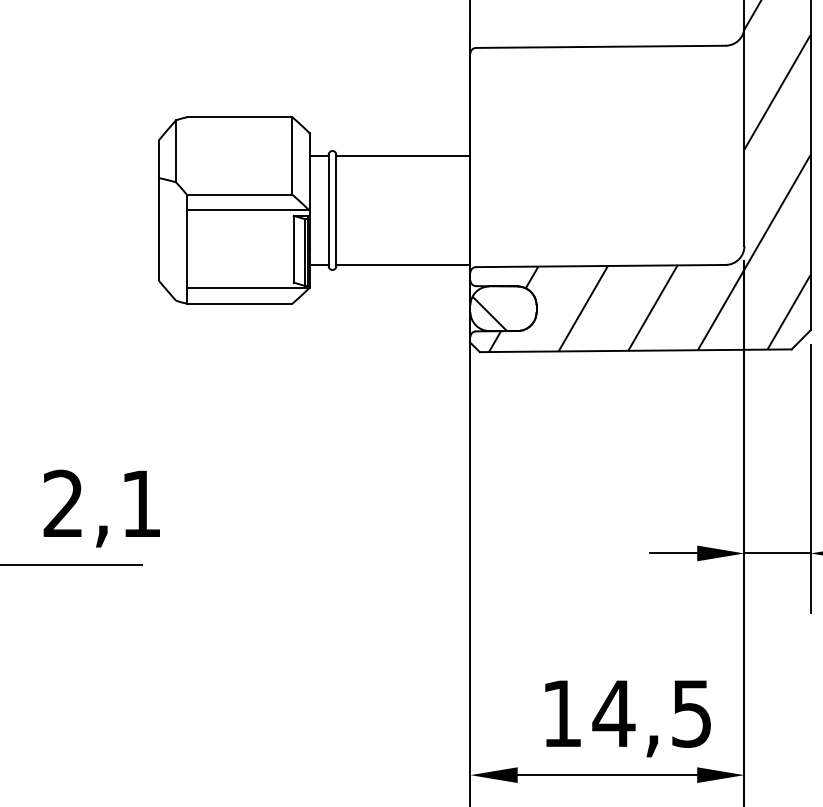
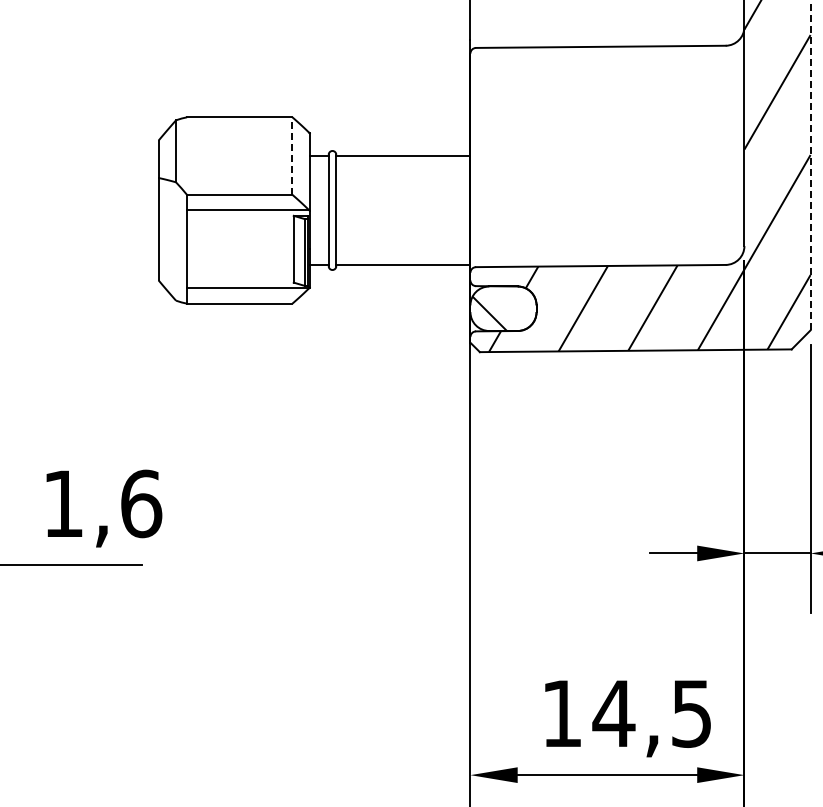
line at (292, 156): solid -> dashed
line at (810, 165): solid -> dashed
text at (102, 503): 2,1 -> 1,6
